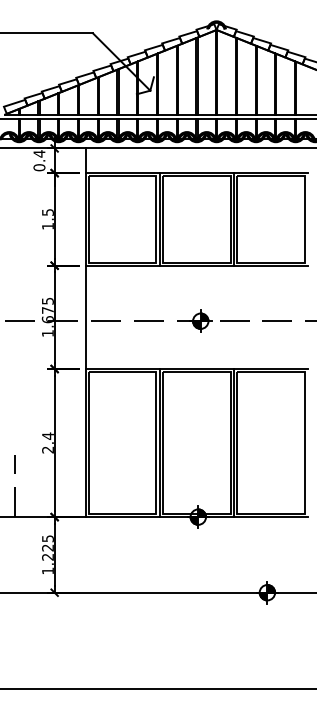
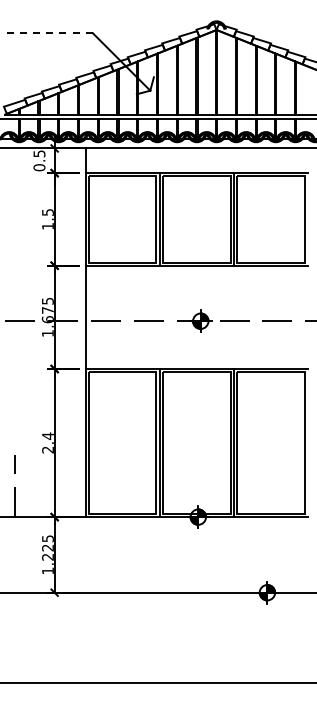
line at (47, 33): solid -> dashed
text at (39, 153): 0.4 -> 0.5
line at (157, 688) position: (157, 688) -> (157, 682)
